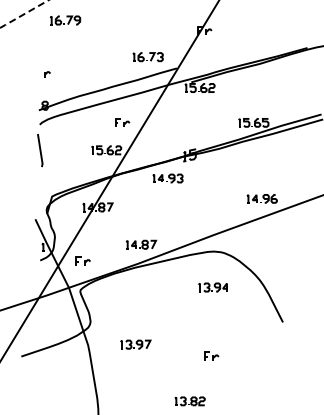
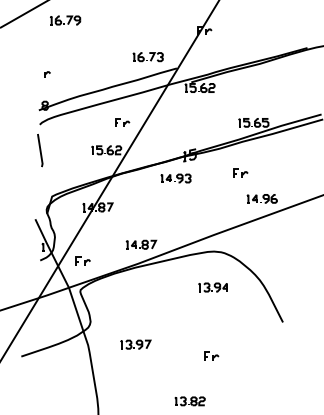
line at (23, 14): dashed -> solid
part at (240, 172): none -> present
part at (167, 178) position: (167, 178) -> (175, 178)
